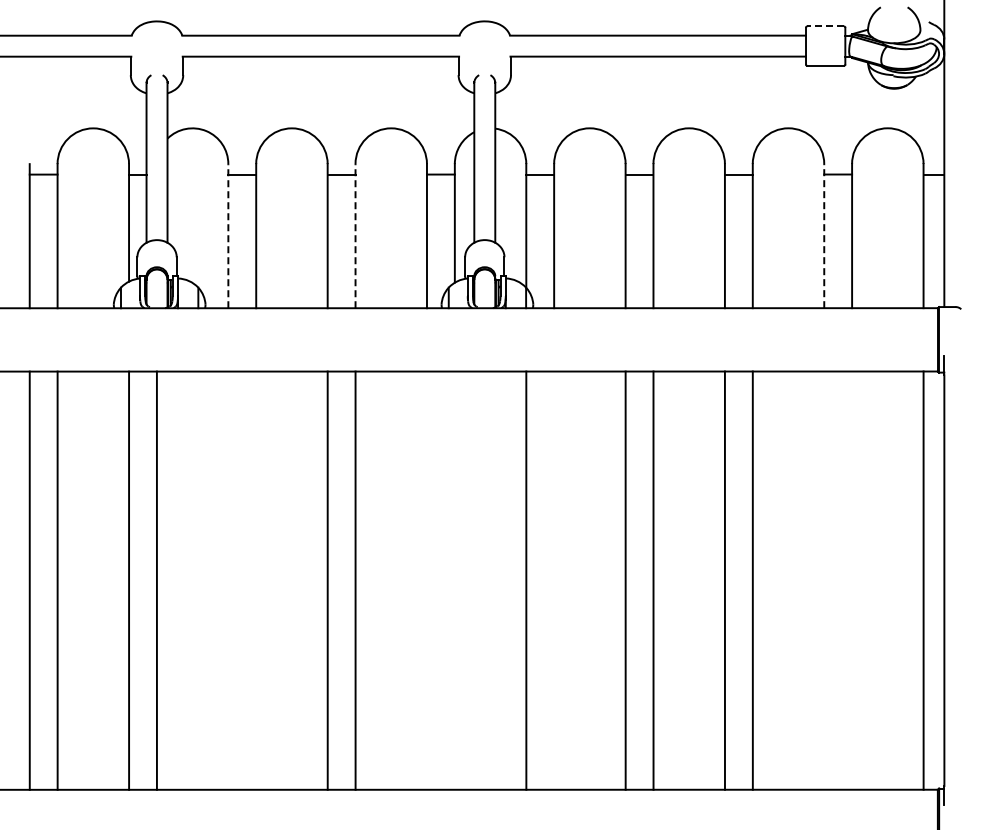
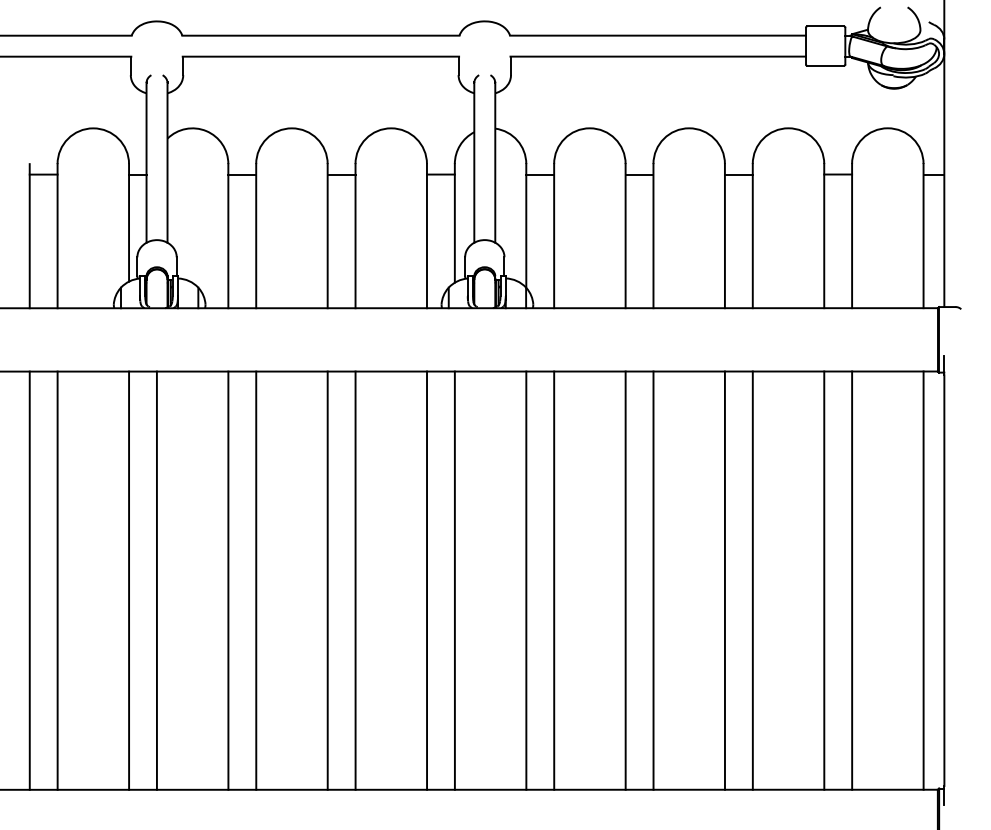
line at (825, 26): dashed -> solid
line at (228, 235): dashed -> solid
line at (355, 235): dashed -> solid
line at (824, 235): dashed -> solid
line at (228, 580): none -> present
line at (256, 580): none -> present
line at (427, 580): none -> present
line at (454, 580): none -> present
line at (554, 580): none -> present
line at (824, 580): none -> present
line at (852, 580): none -> present
